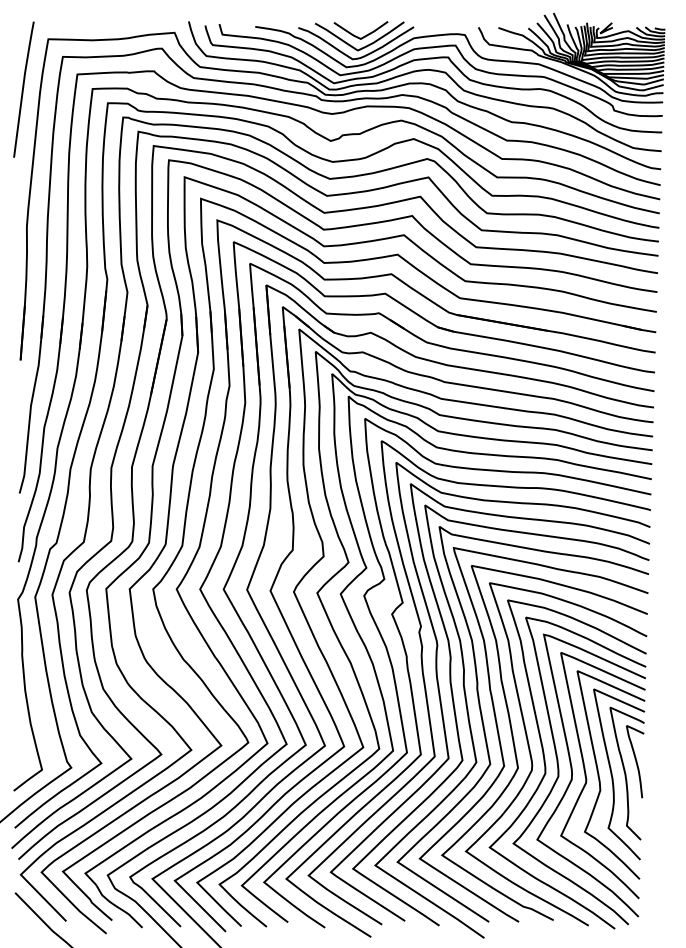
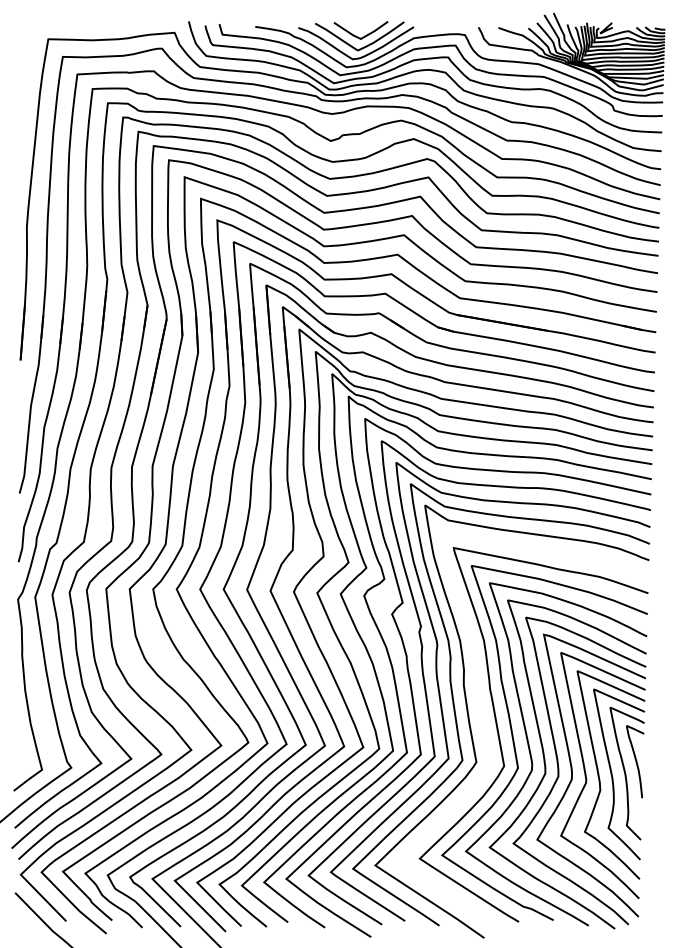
line at (23, 89): present -> none
curve at (485, 730): present -> none
